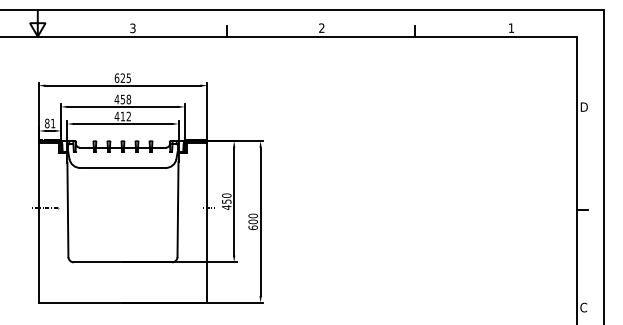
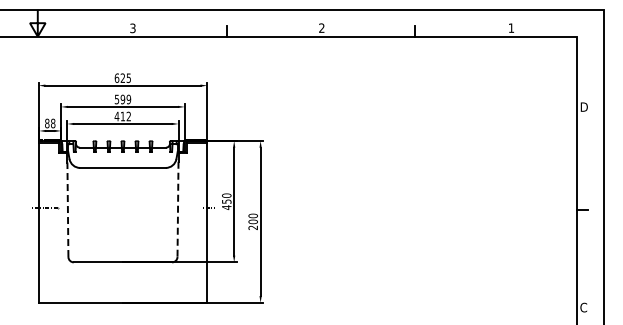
text at (122, 99): 458 -> 599
text at (53, 123): 81 -> 88
line at (67, 209): solid -> dashed
line at (178, 209): solid -> dashed
text at (252, 227): 600 -> 200
